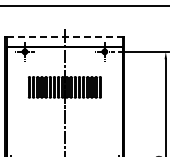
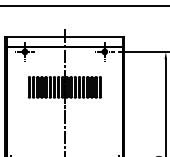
line at (64, 36): dashed -> solid
